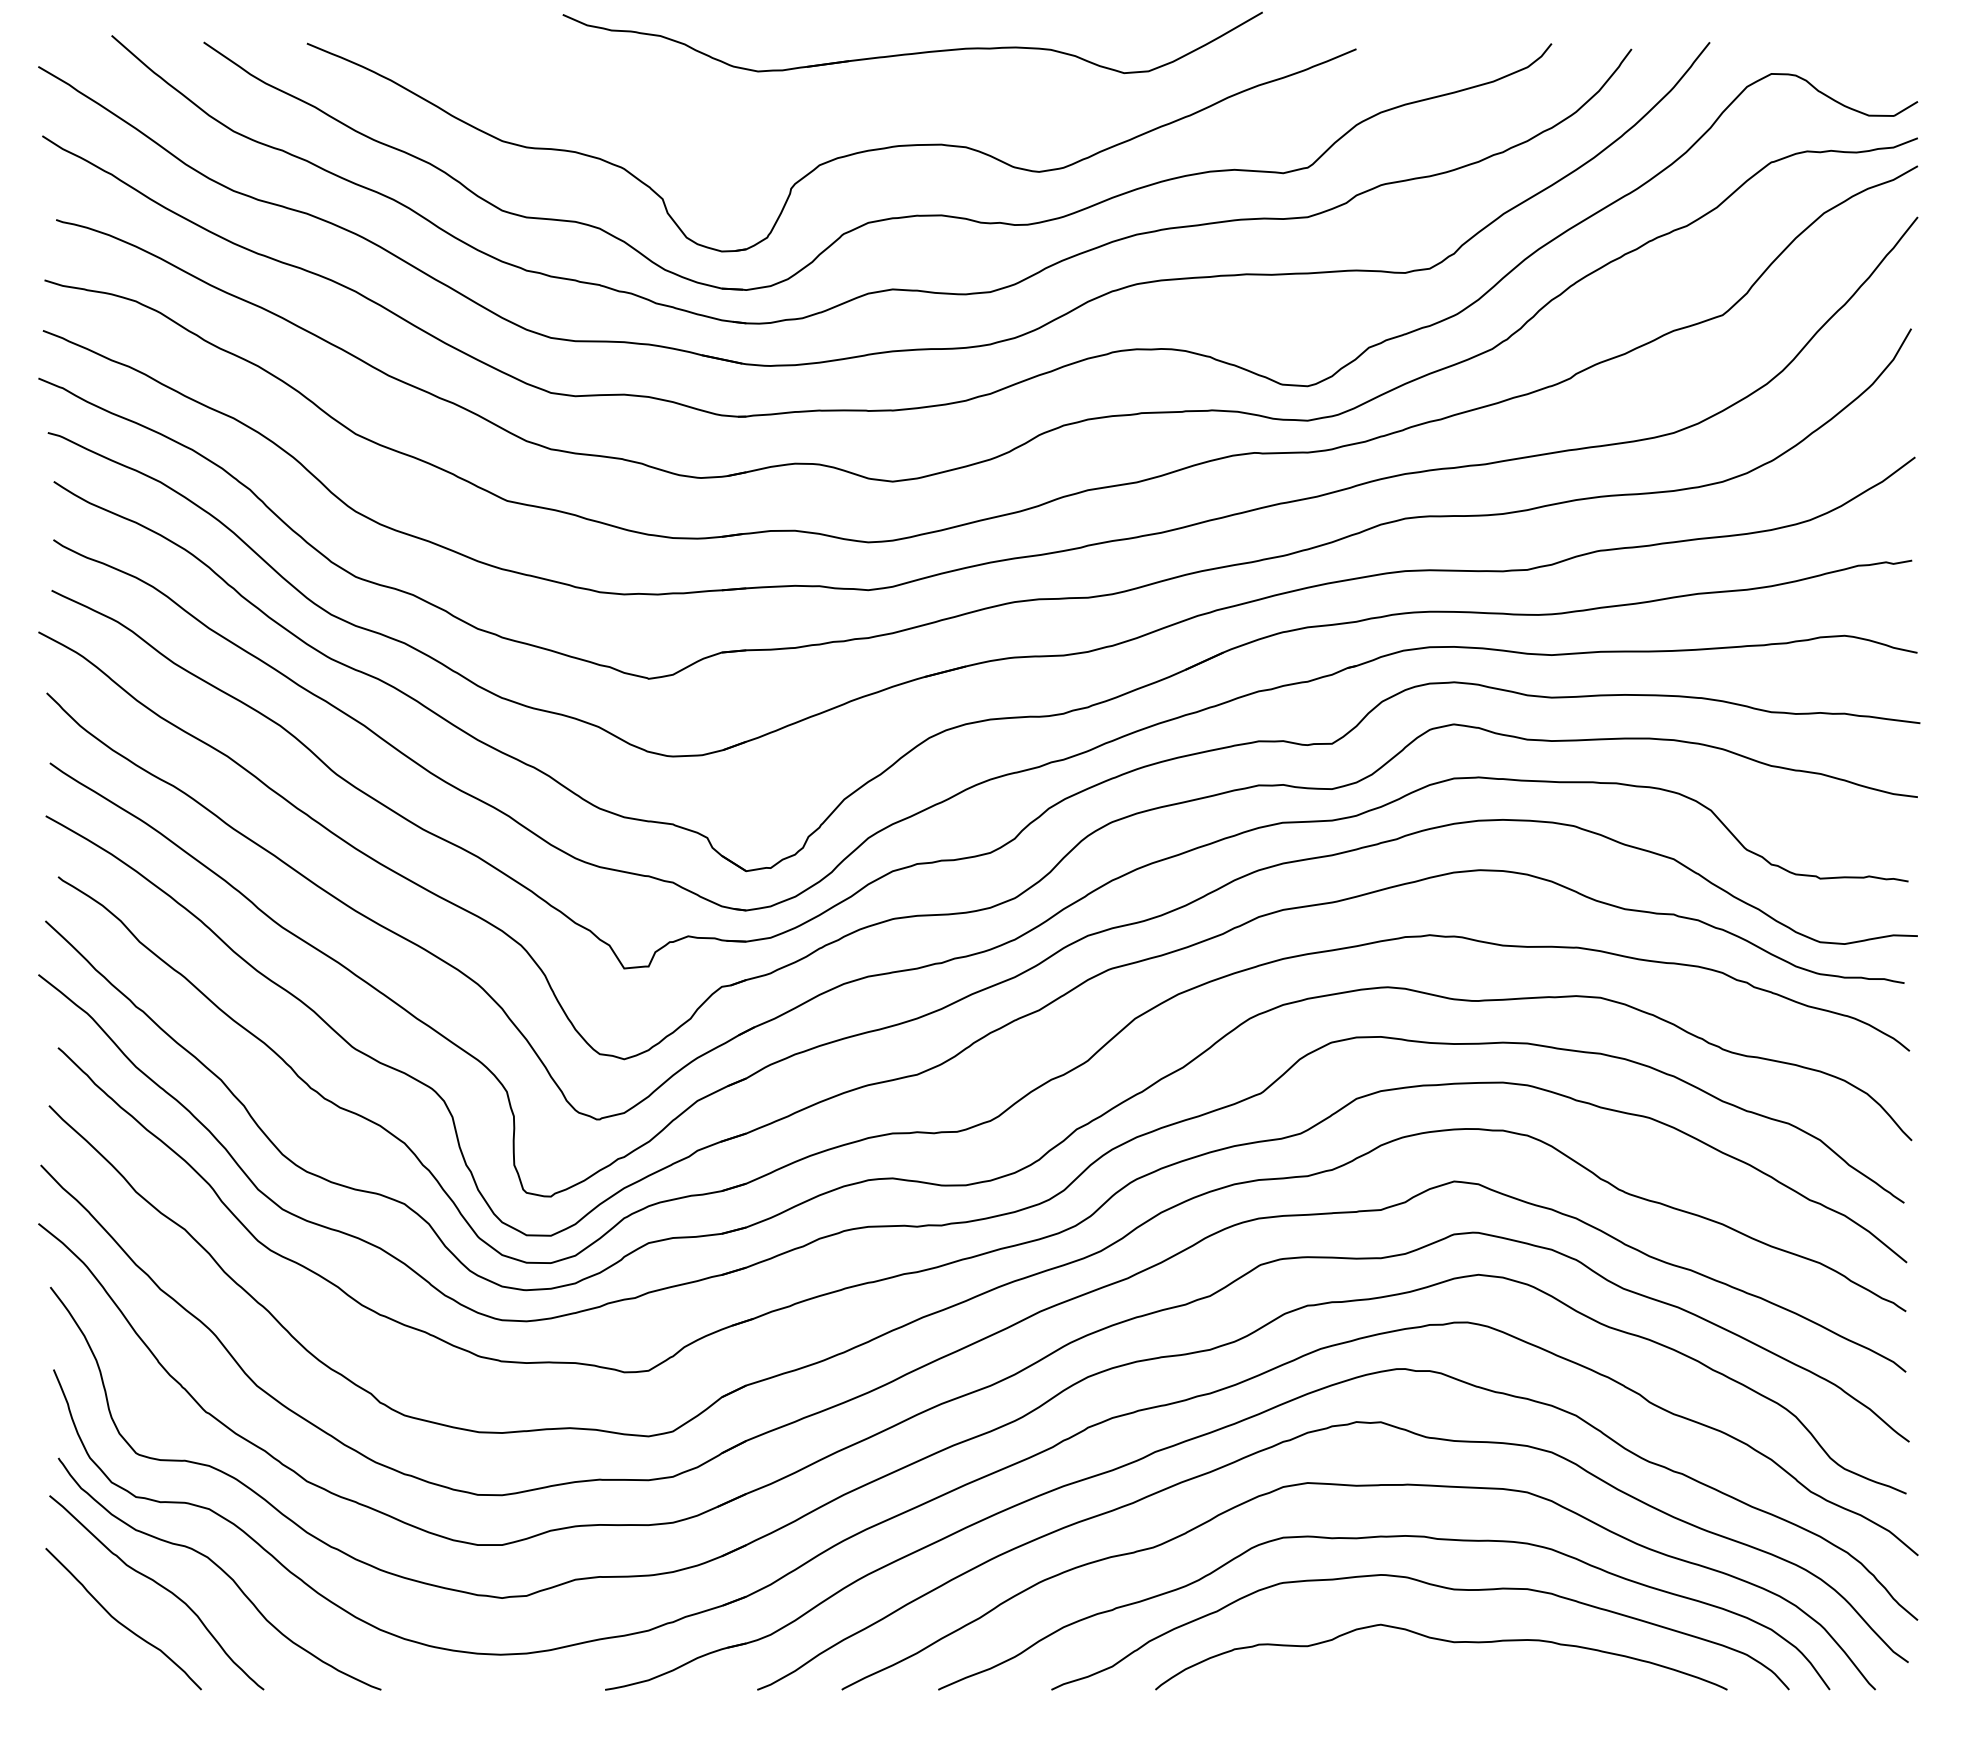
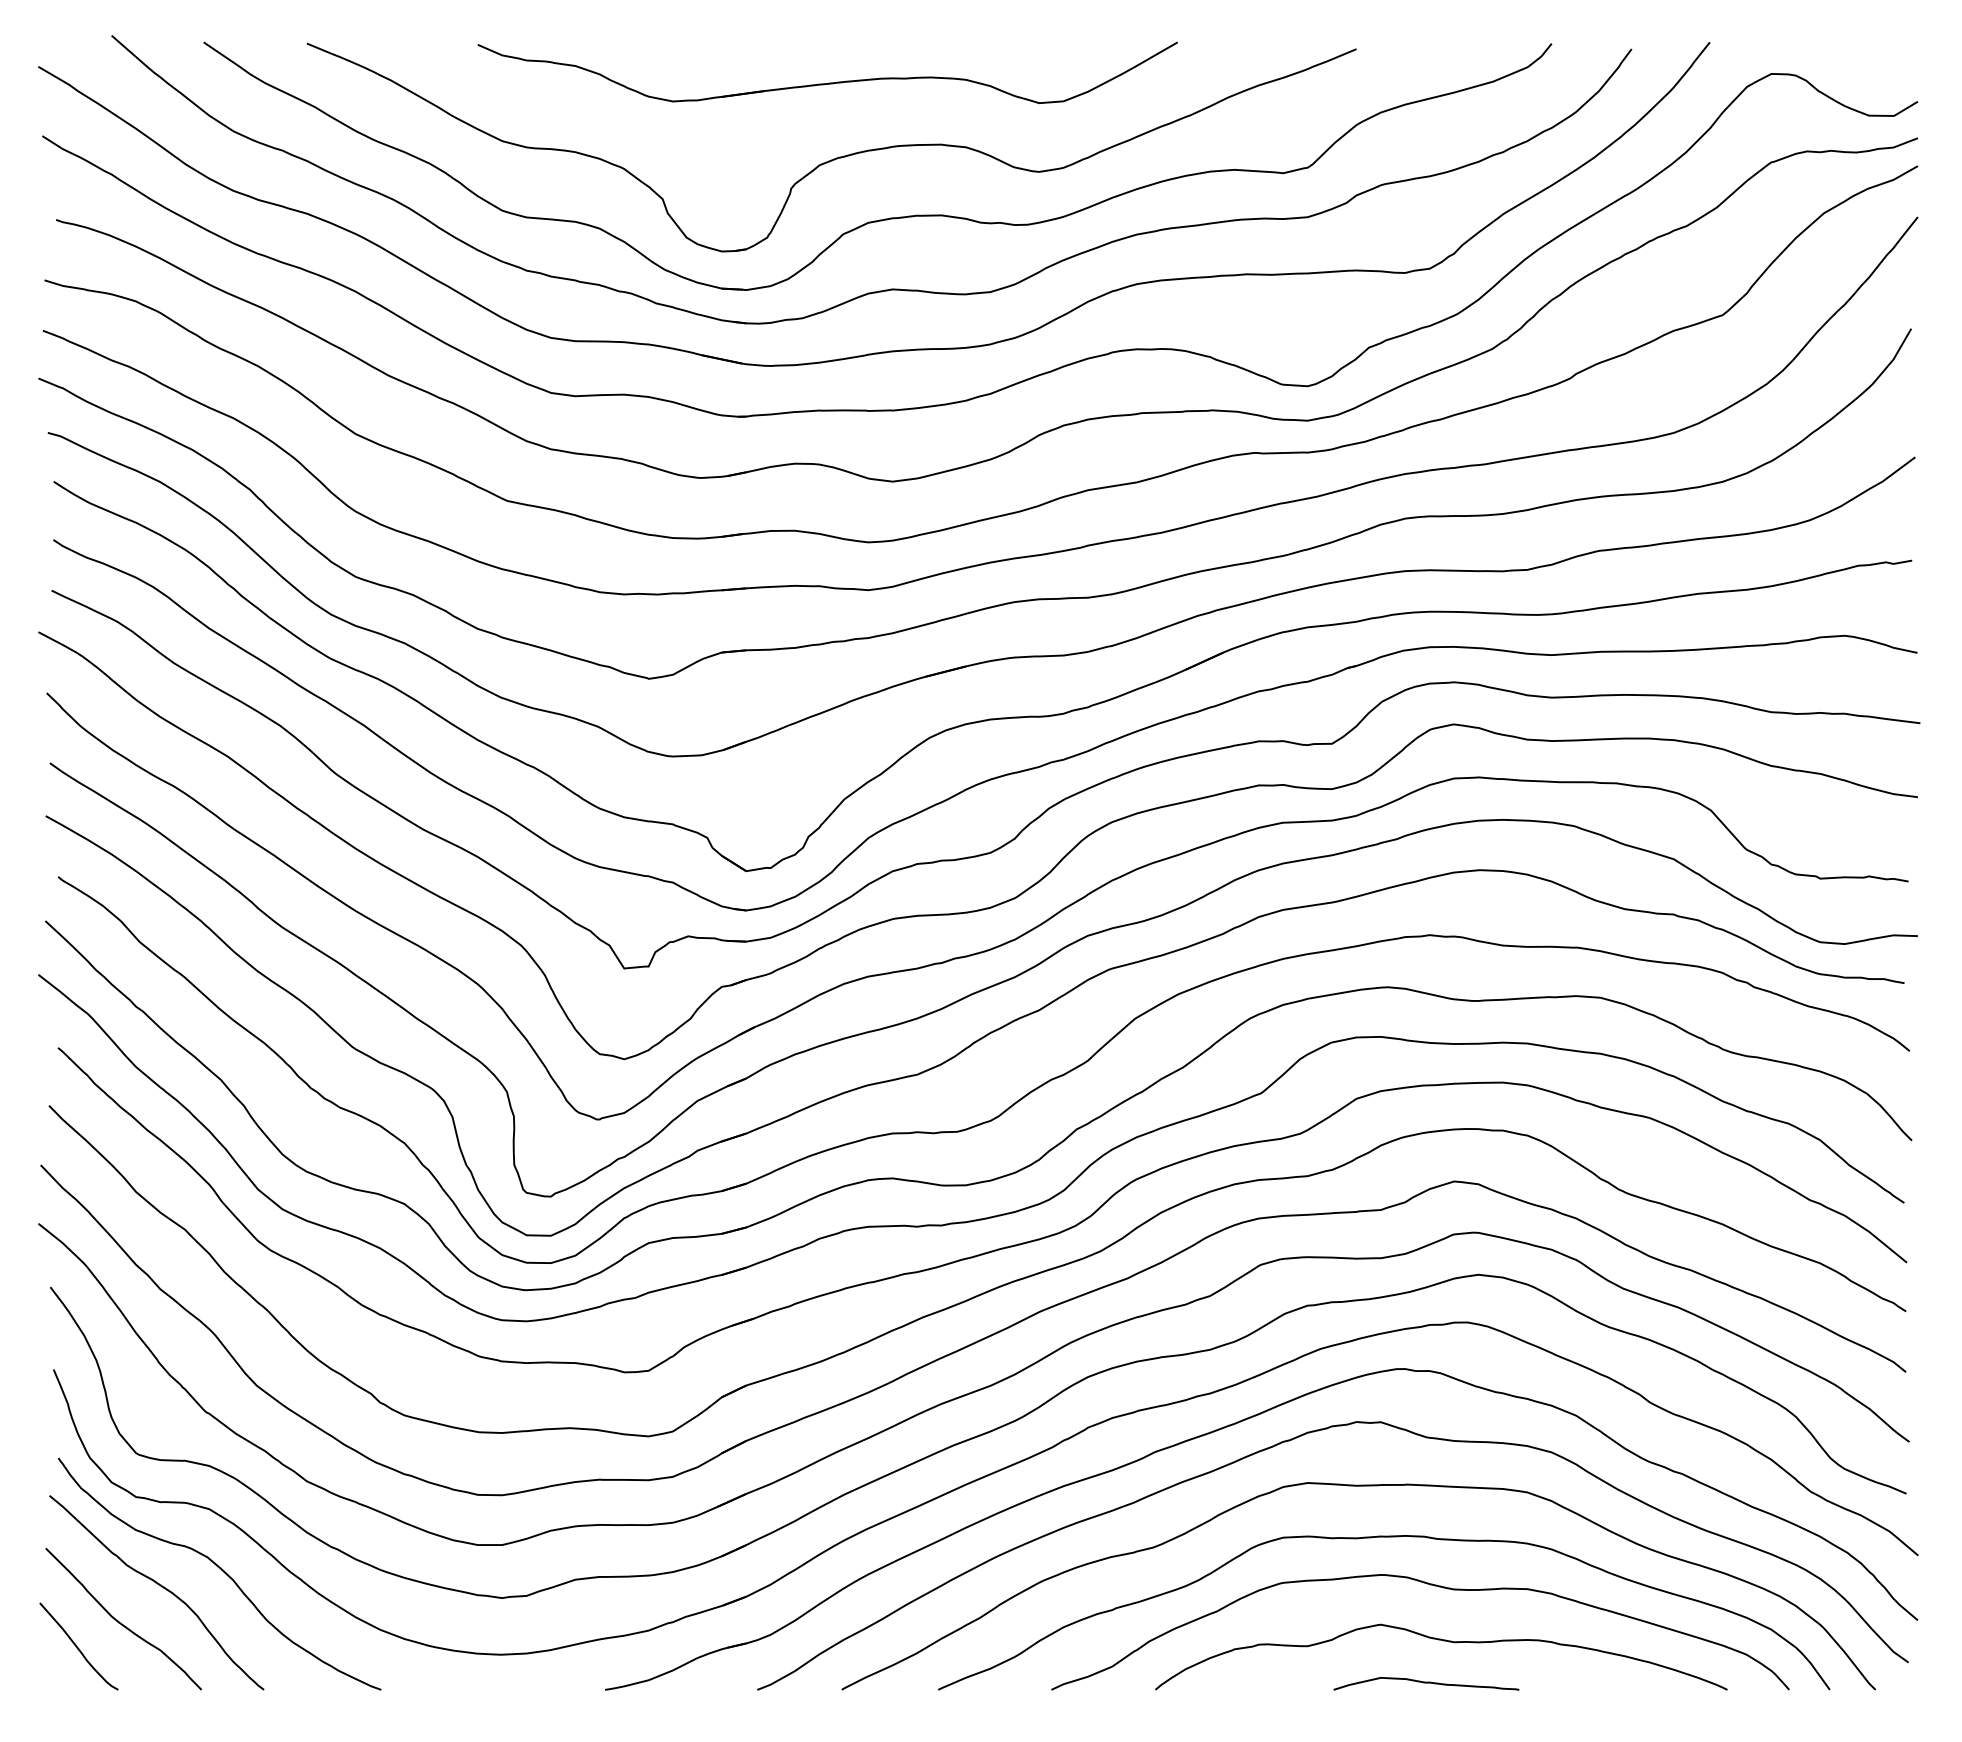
part at (913, 52) position: (913, 52) -> (828, 82)
curve at (77, 1646): none -> present
curve at (1426, 1683): none -> present
